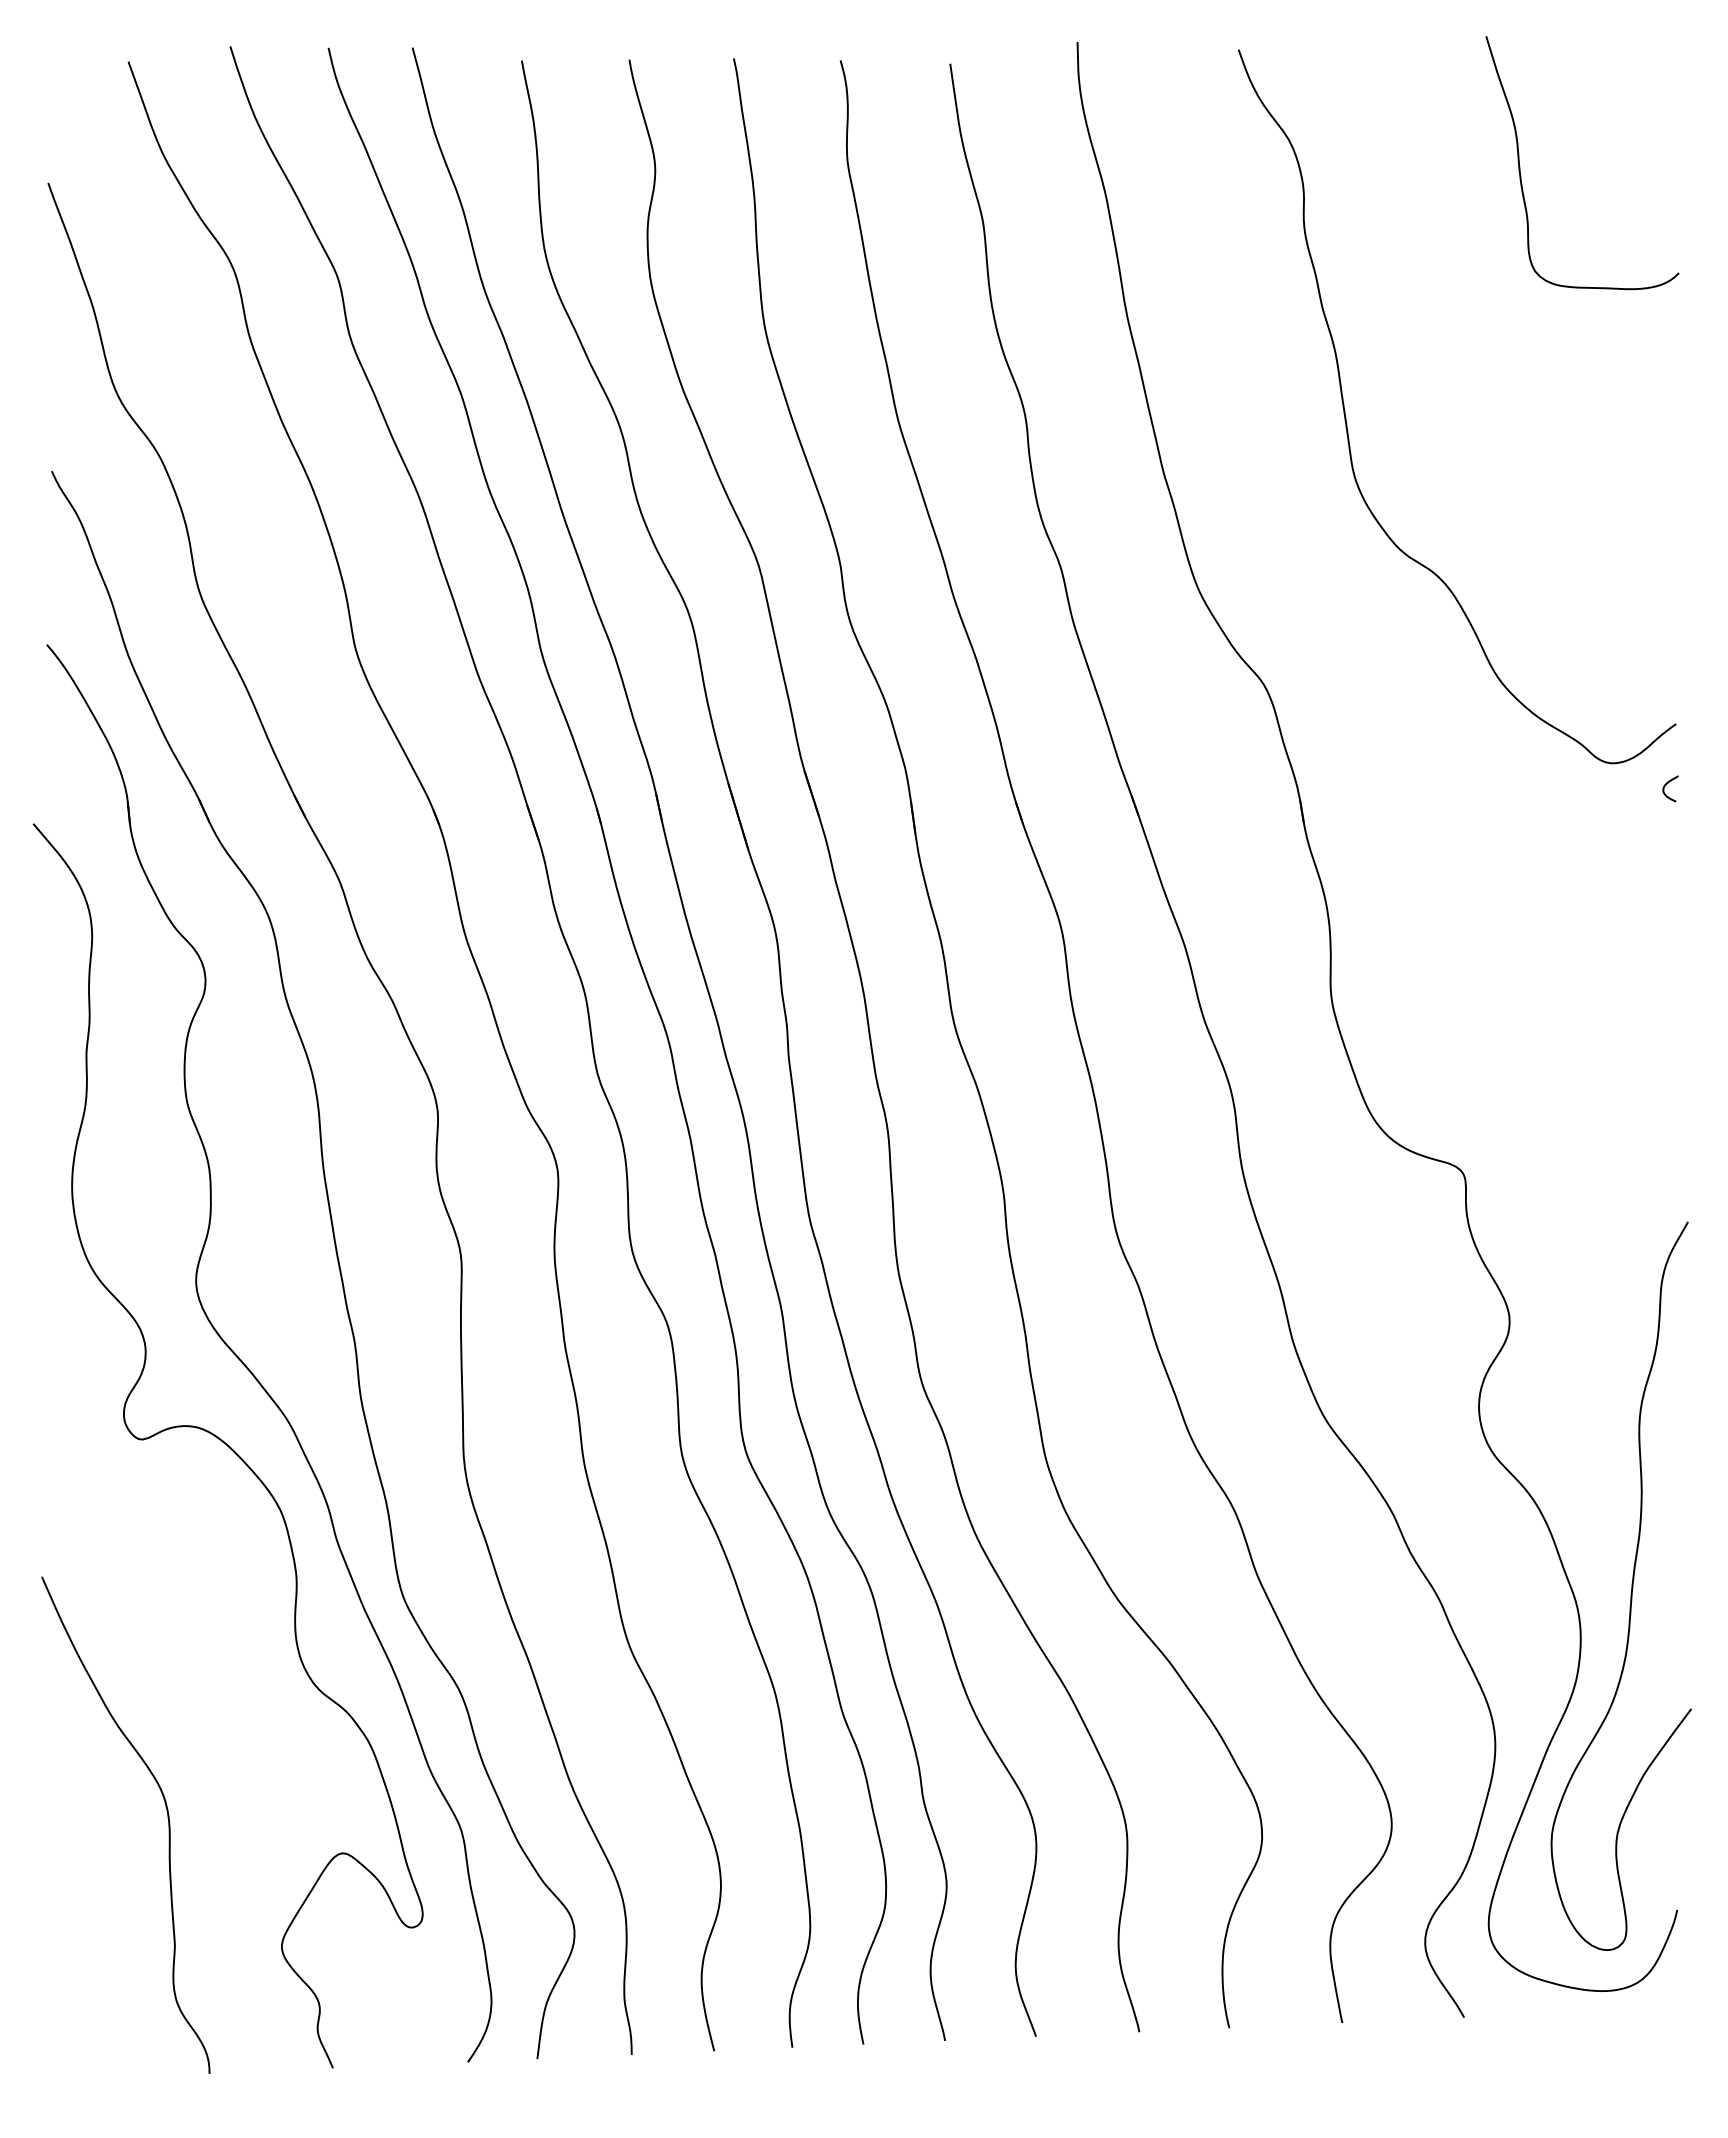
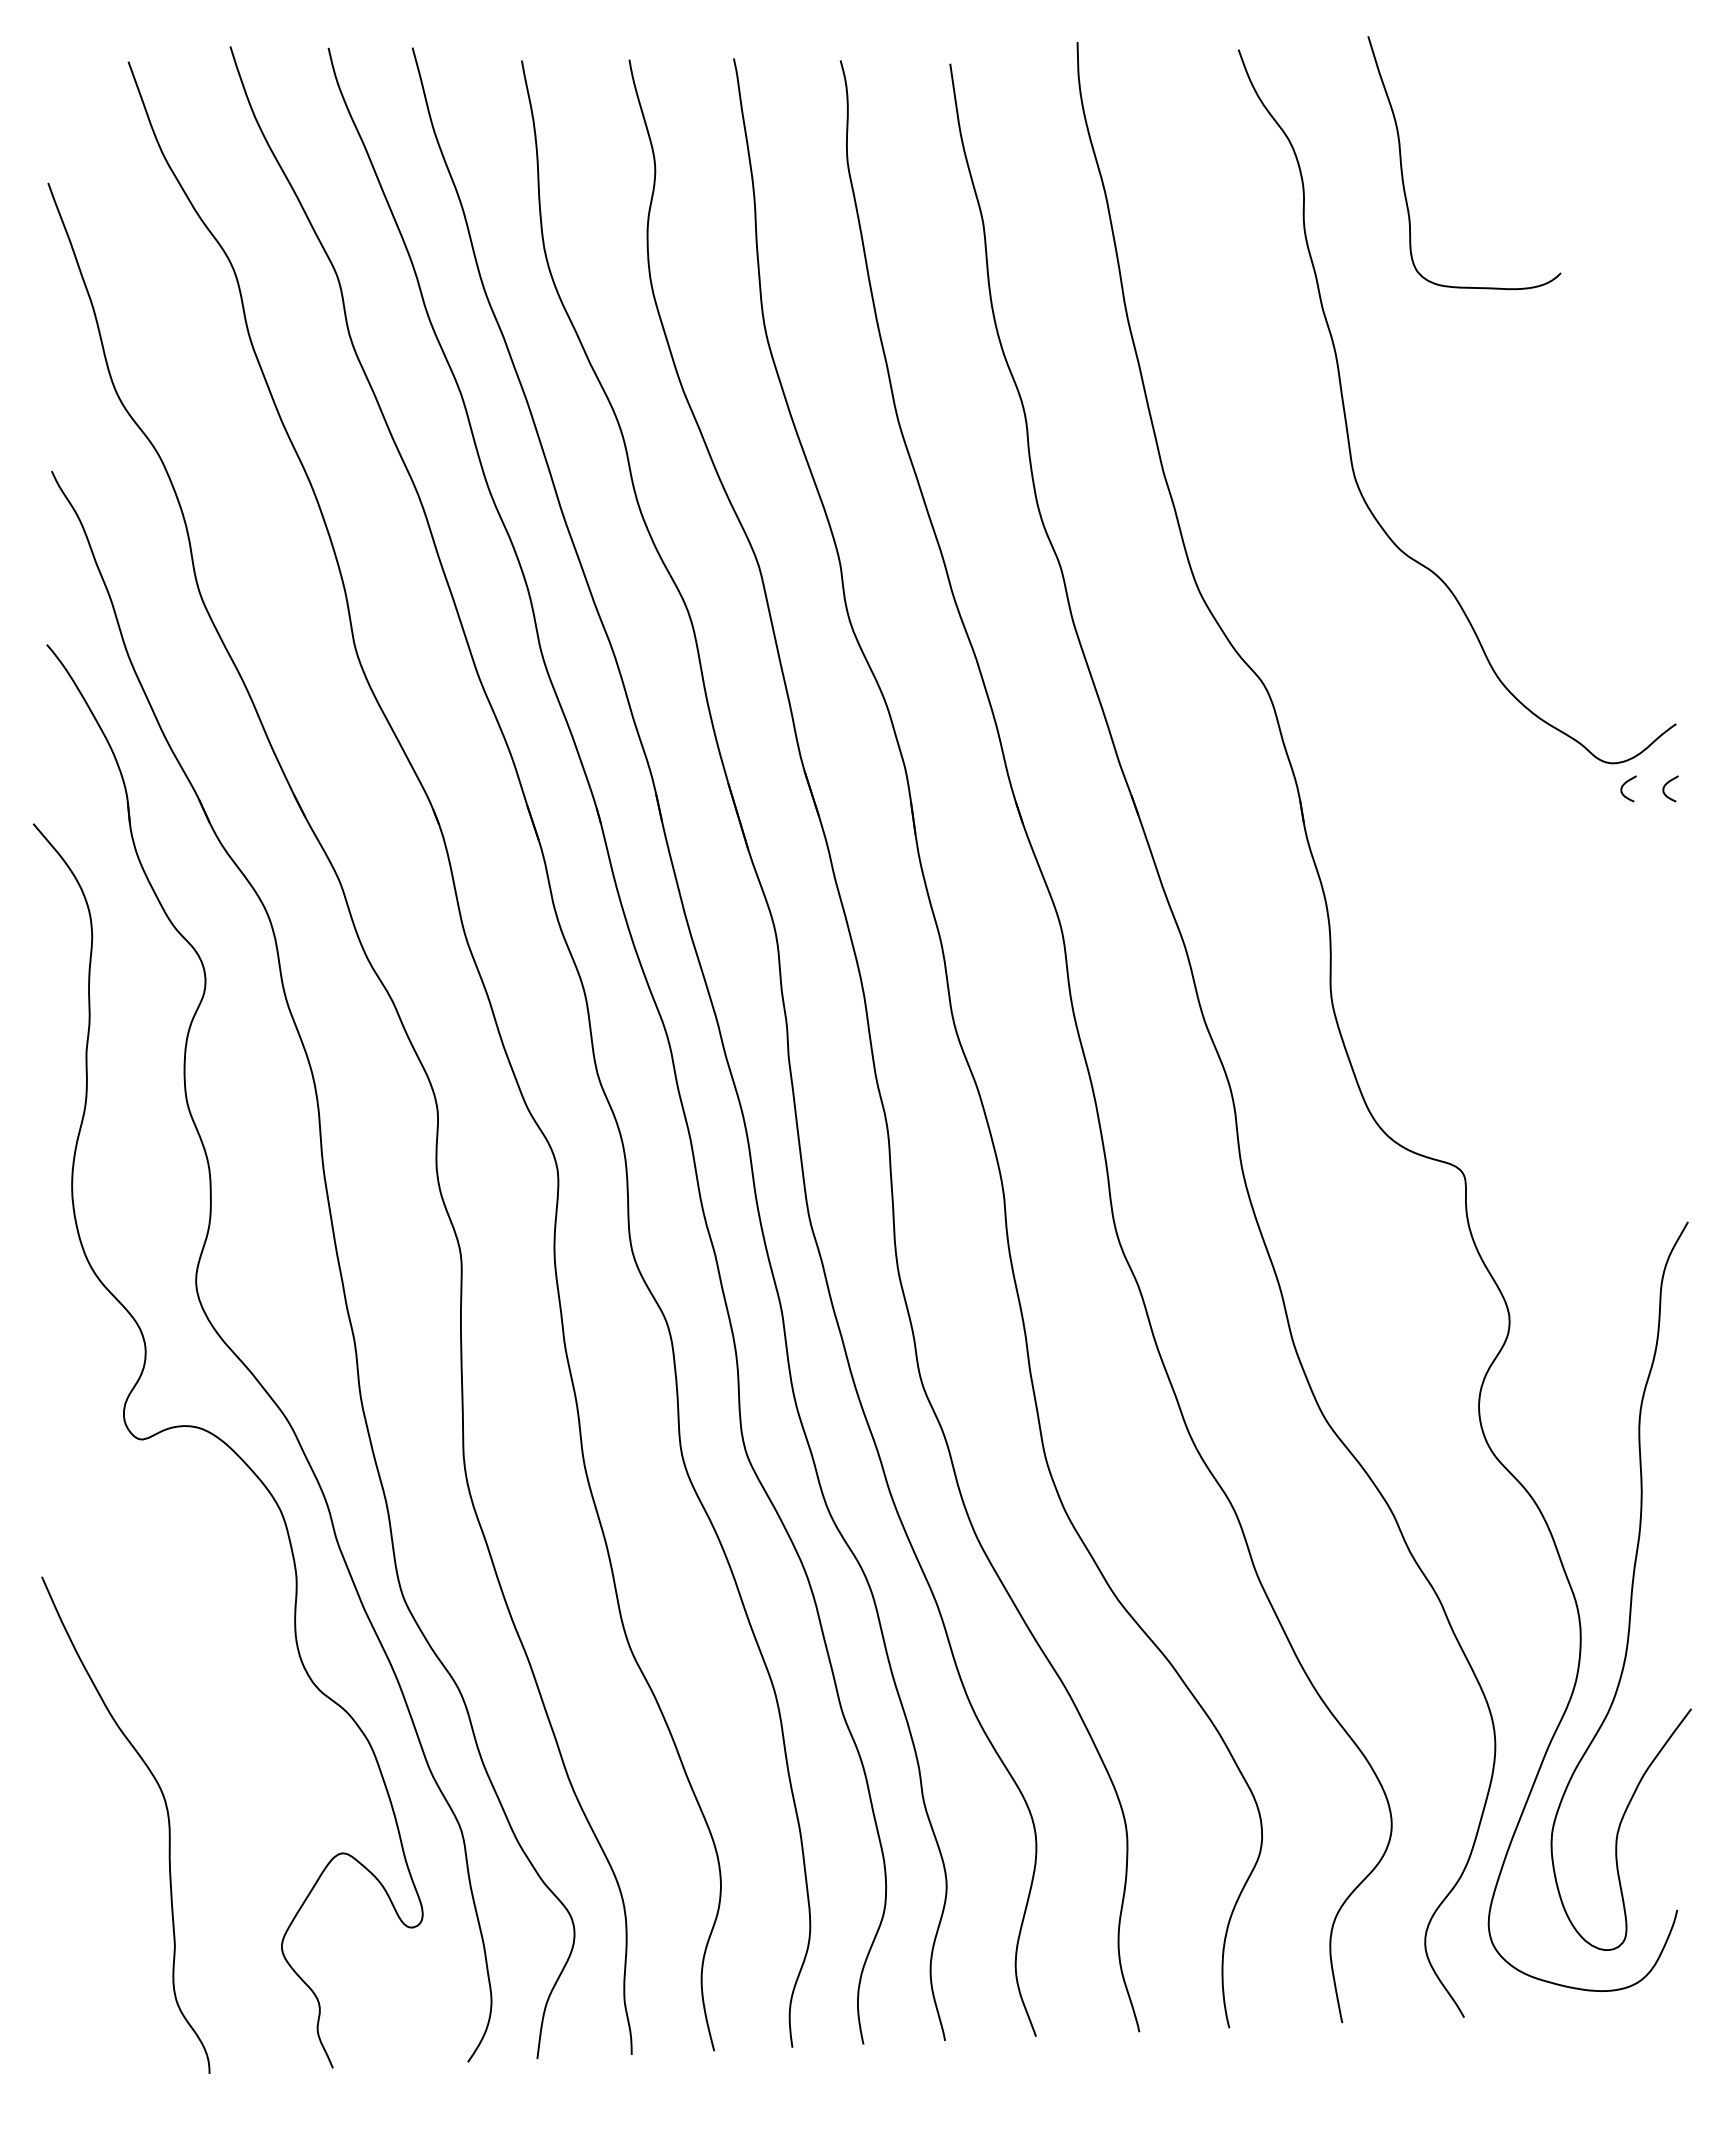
curve at (1520, 166) position: (1520, 166) -> (1402, 166)
curve at (1625, 784): none -> present
